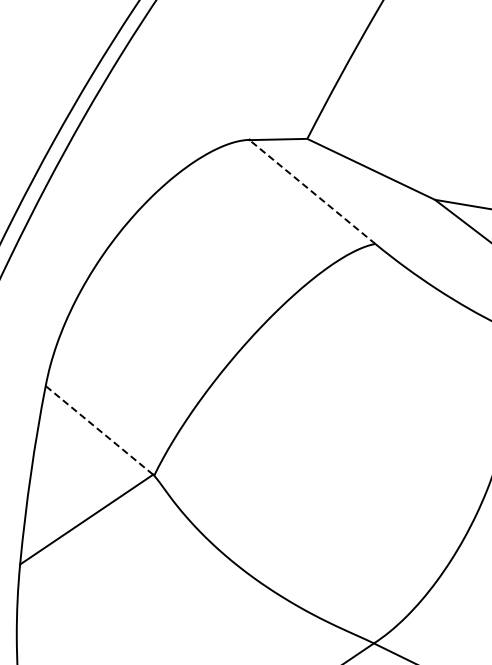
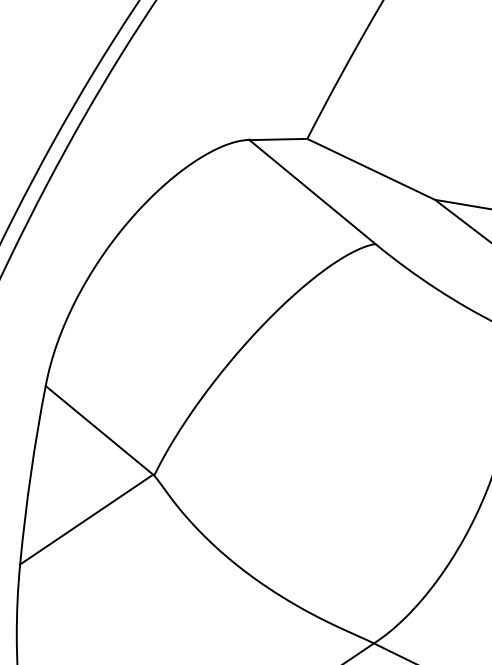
line at (312, 192): dashed -> solid
line at (99, 430): dashed -> solid
